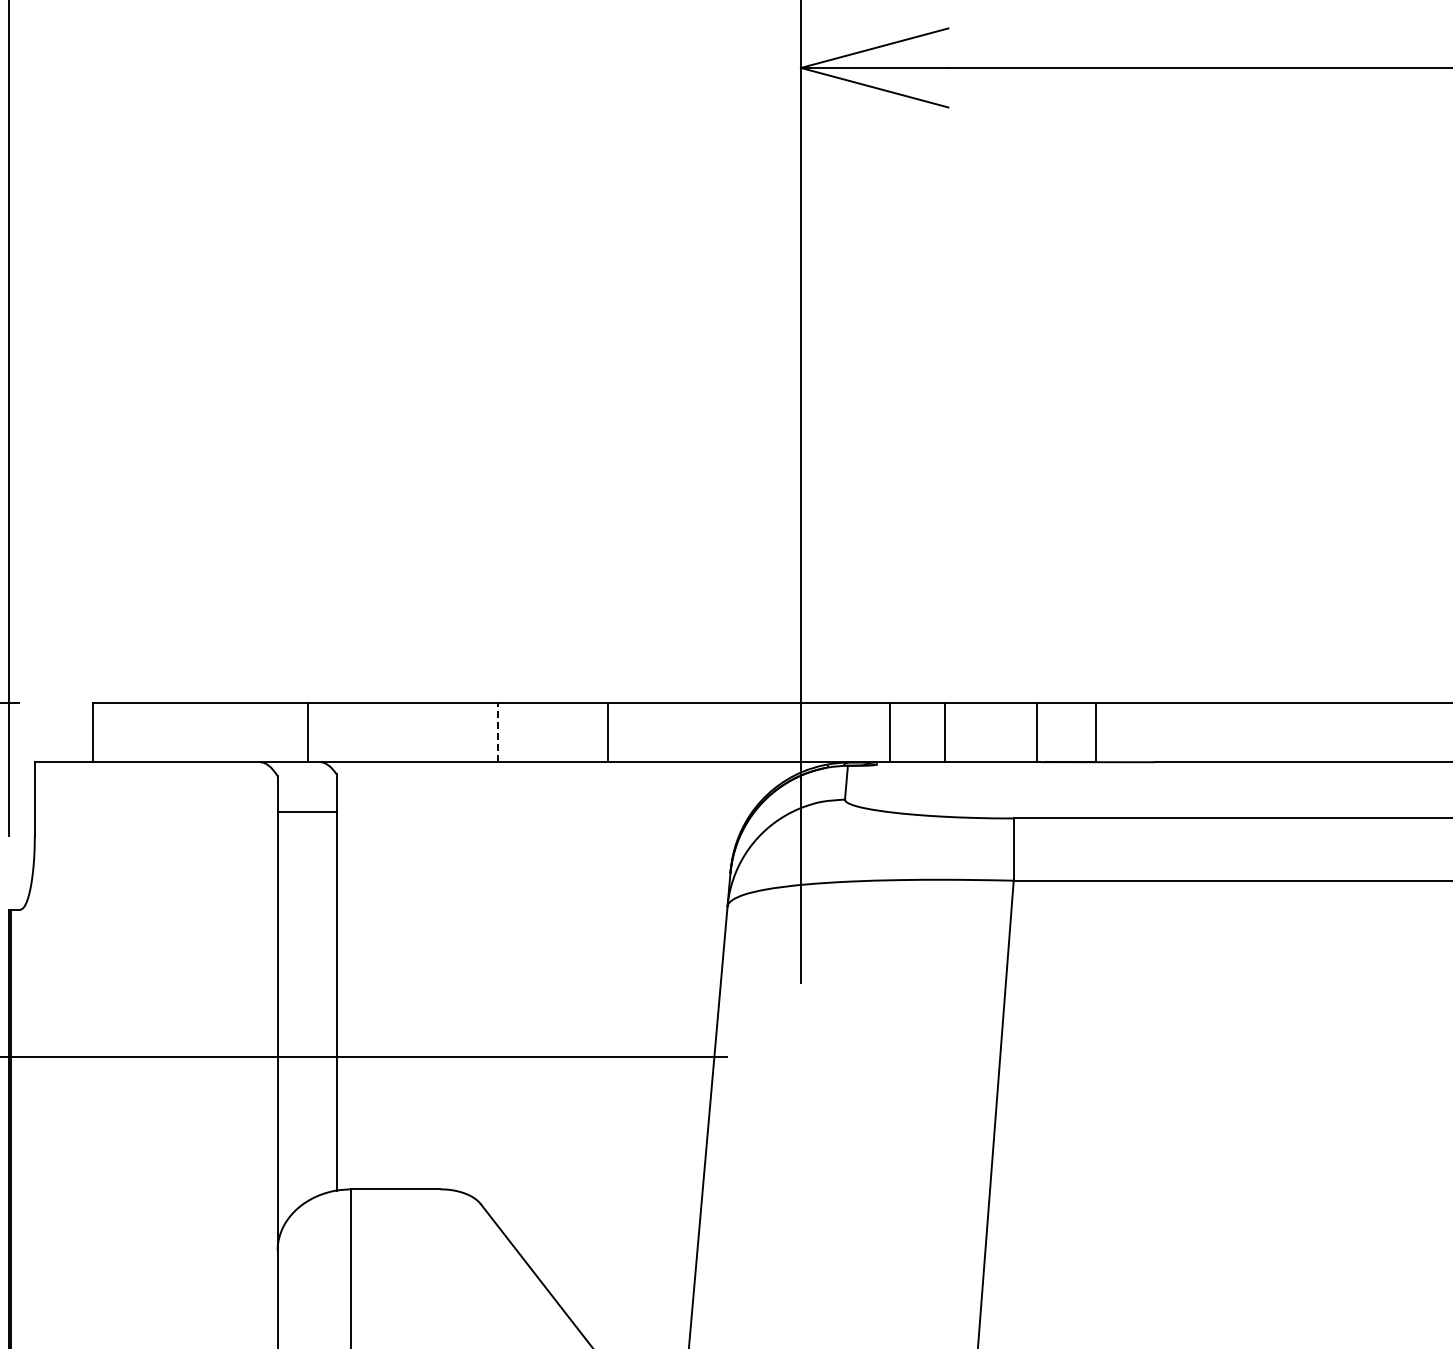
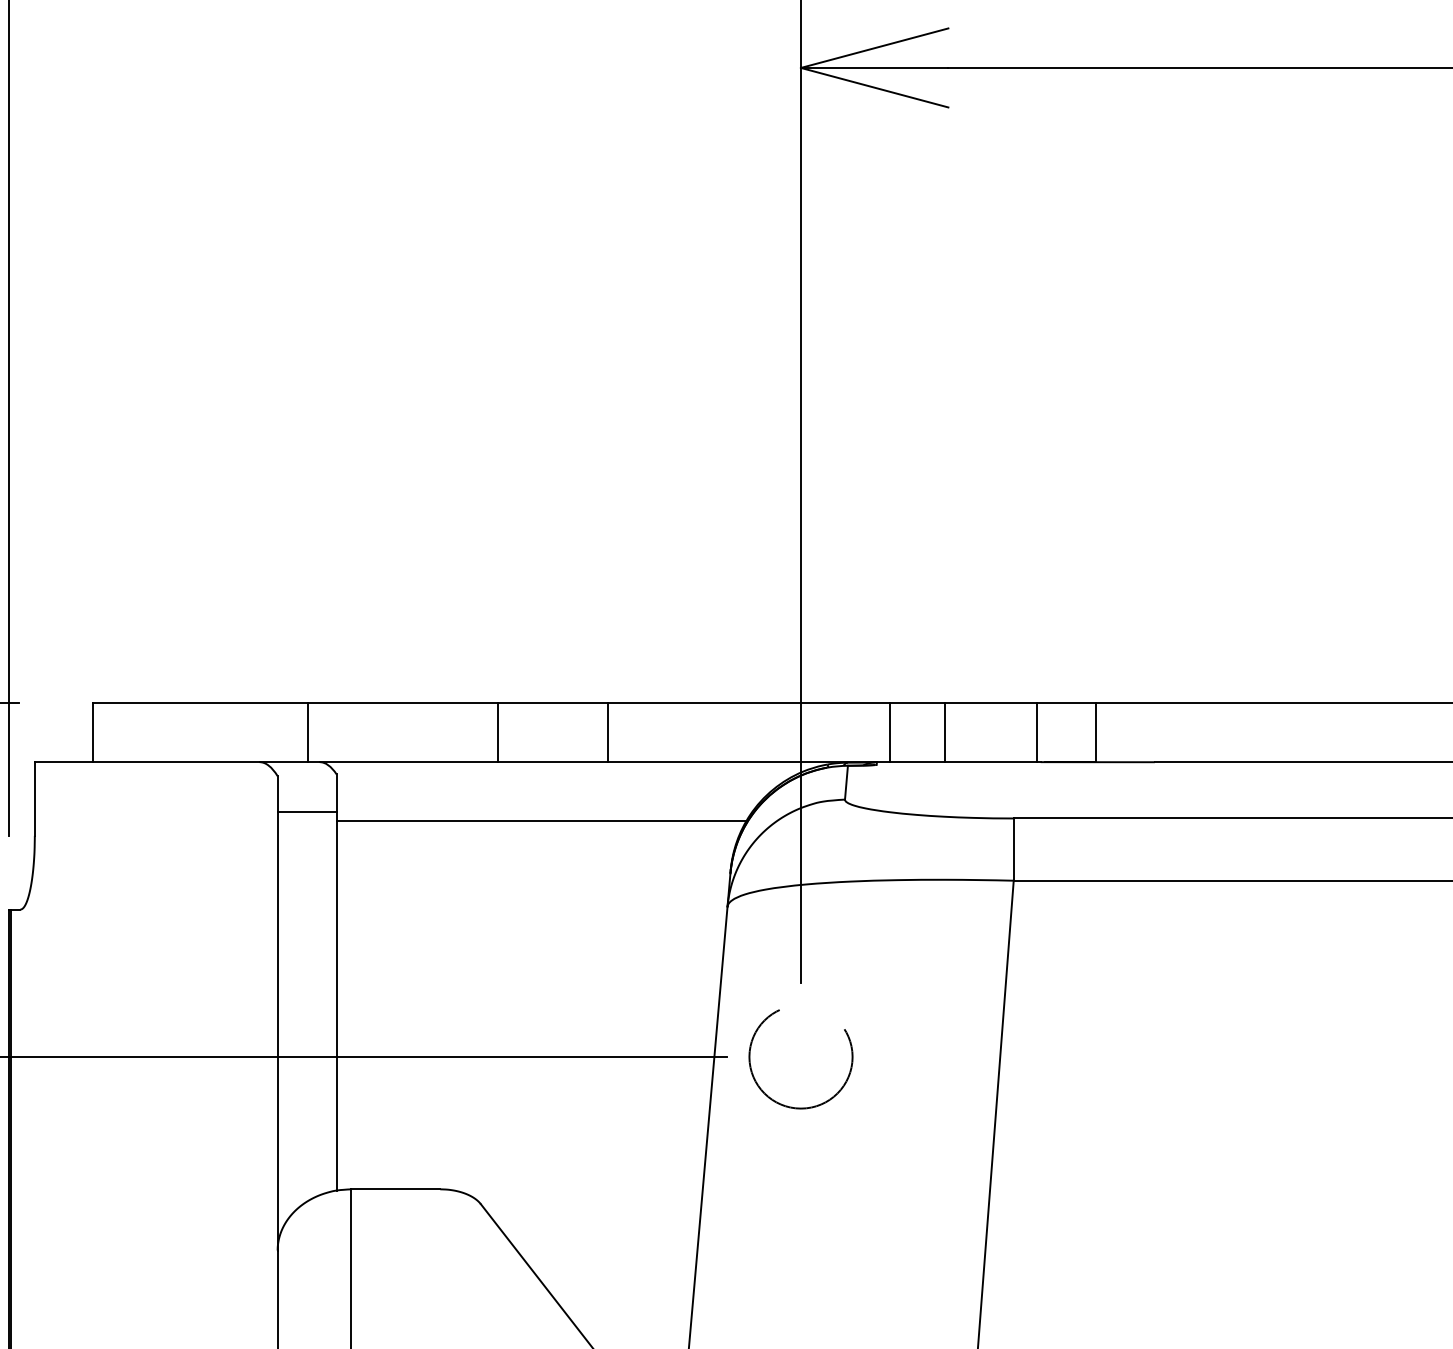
line at (497, 732): dashed -> solid
line at (541, 821): none -> present
circle at (800, 1059): none -> present
